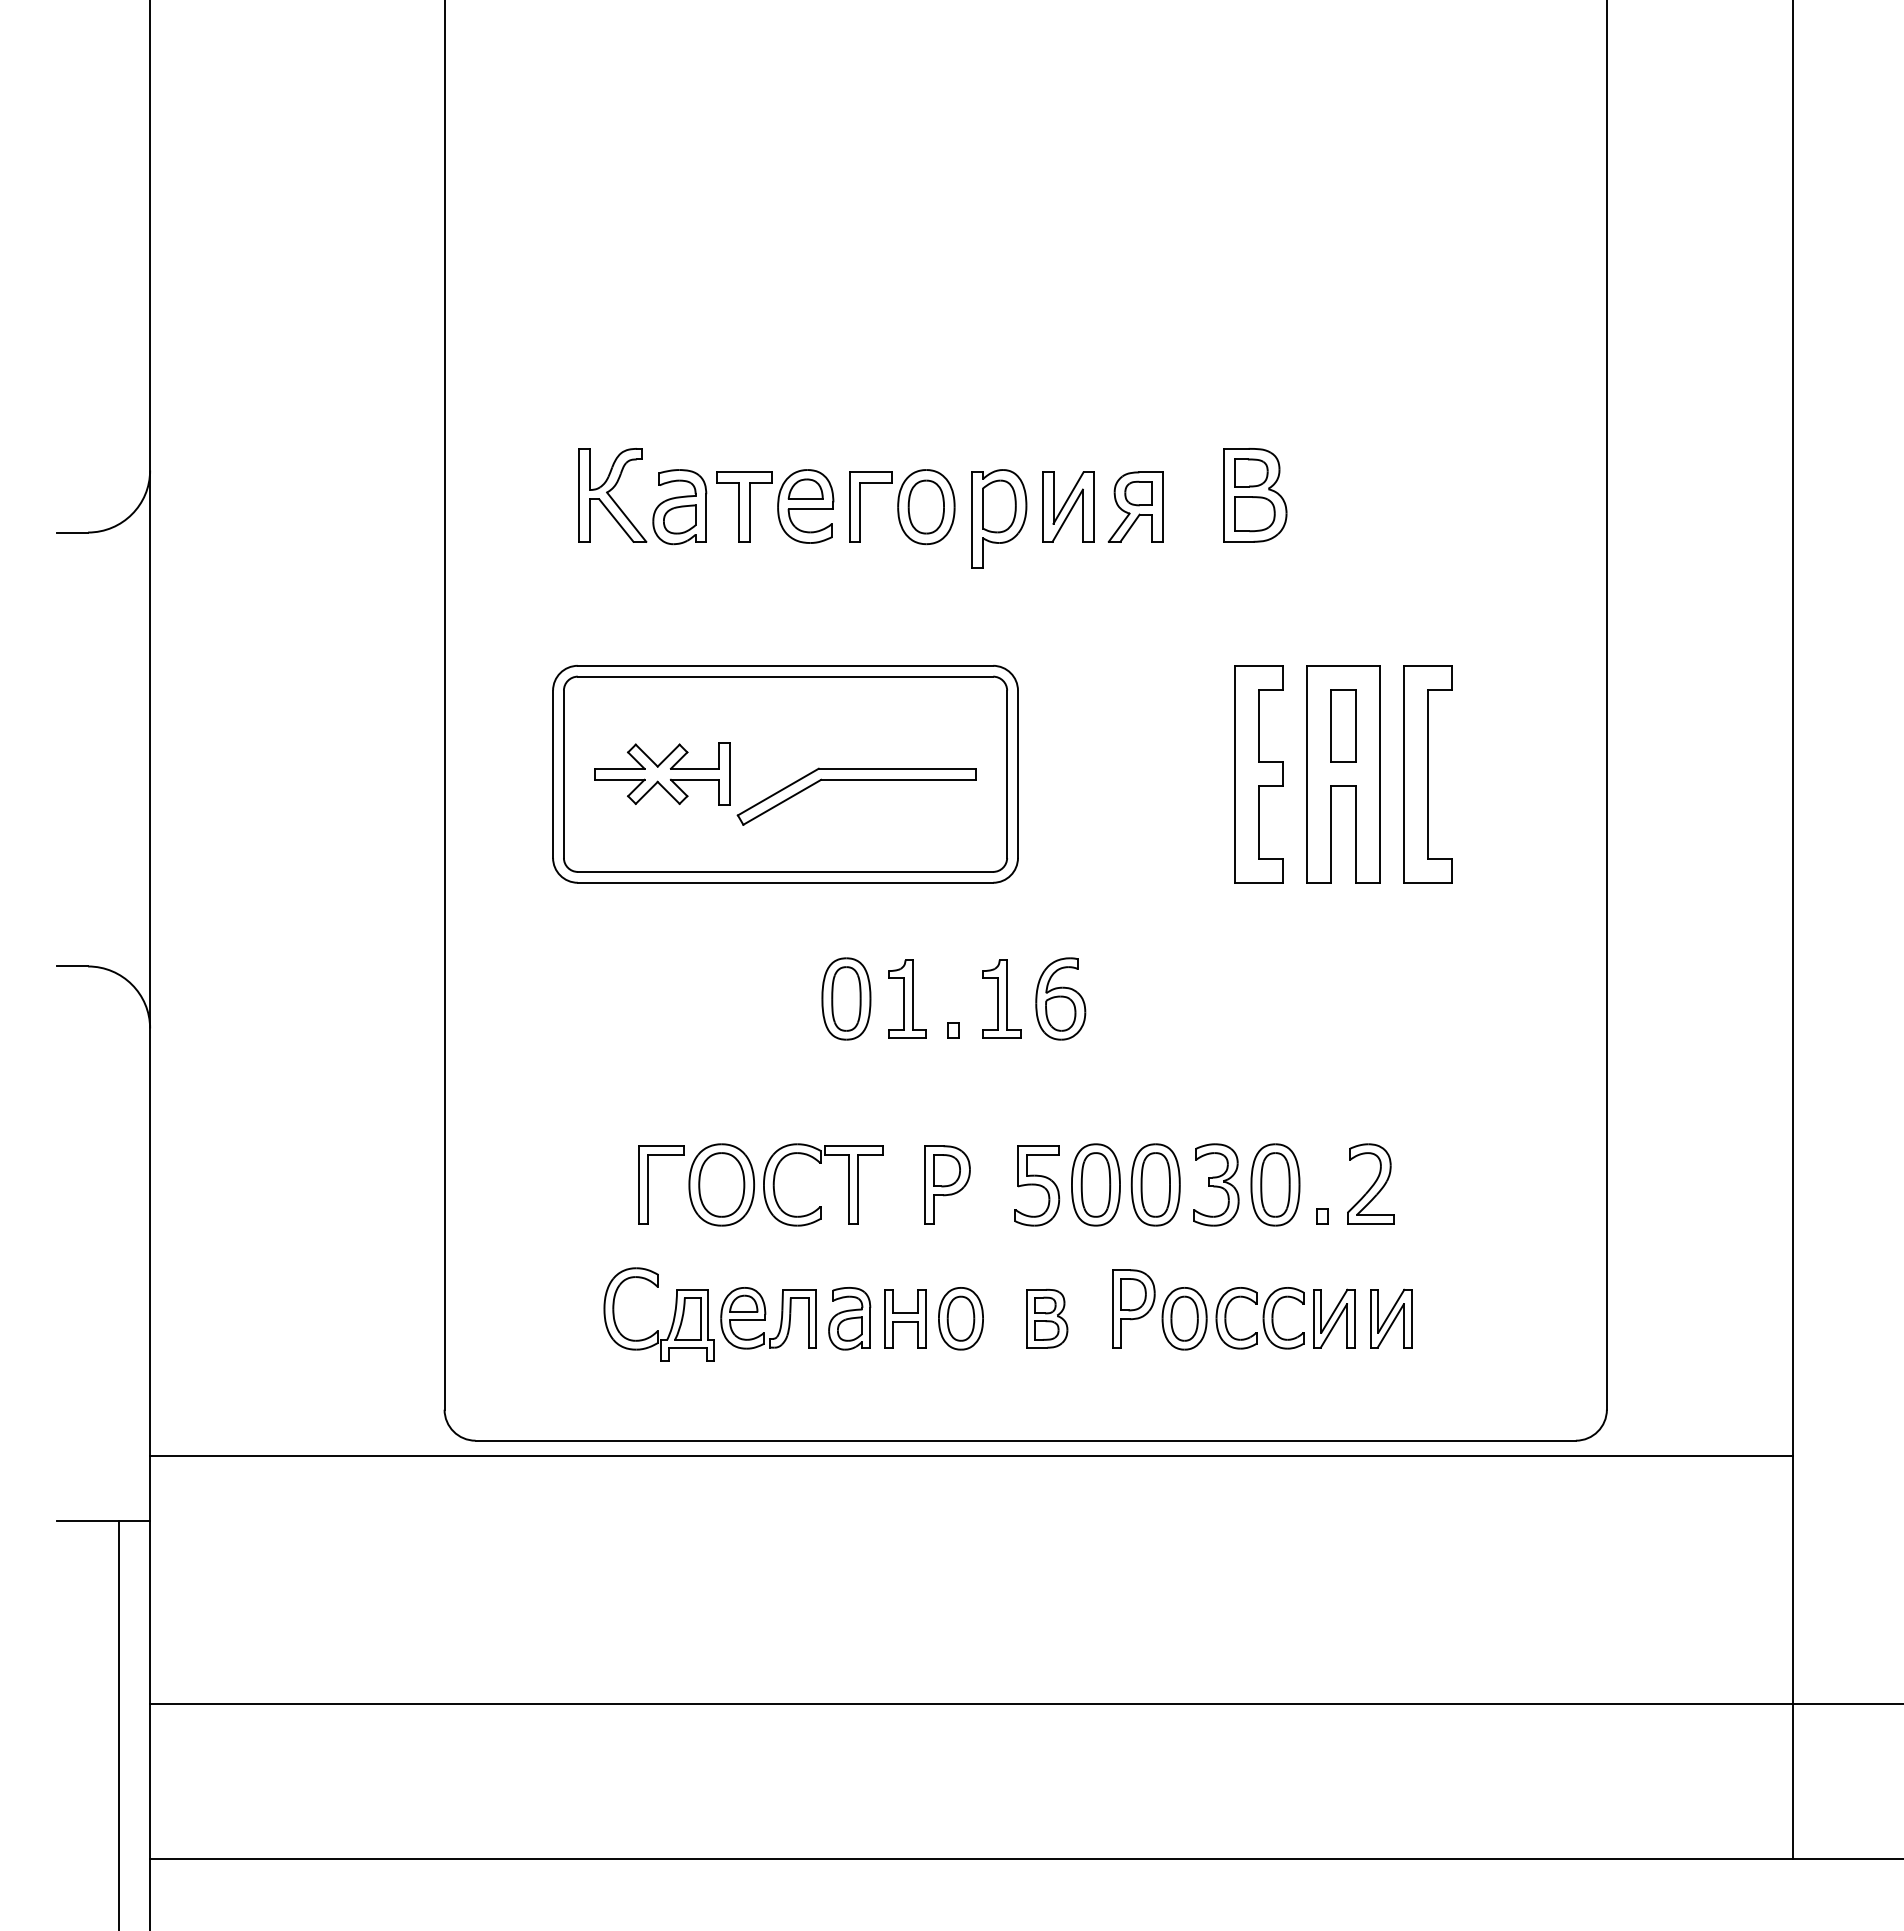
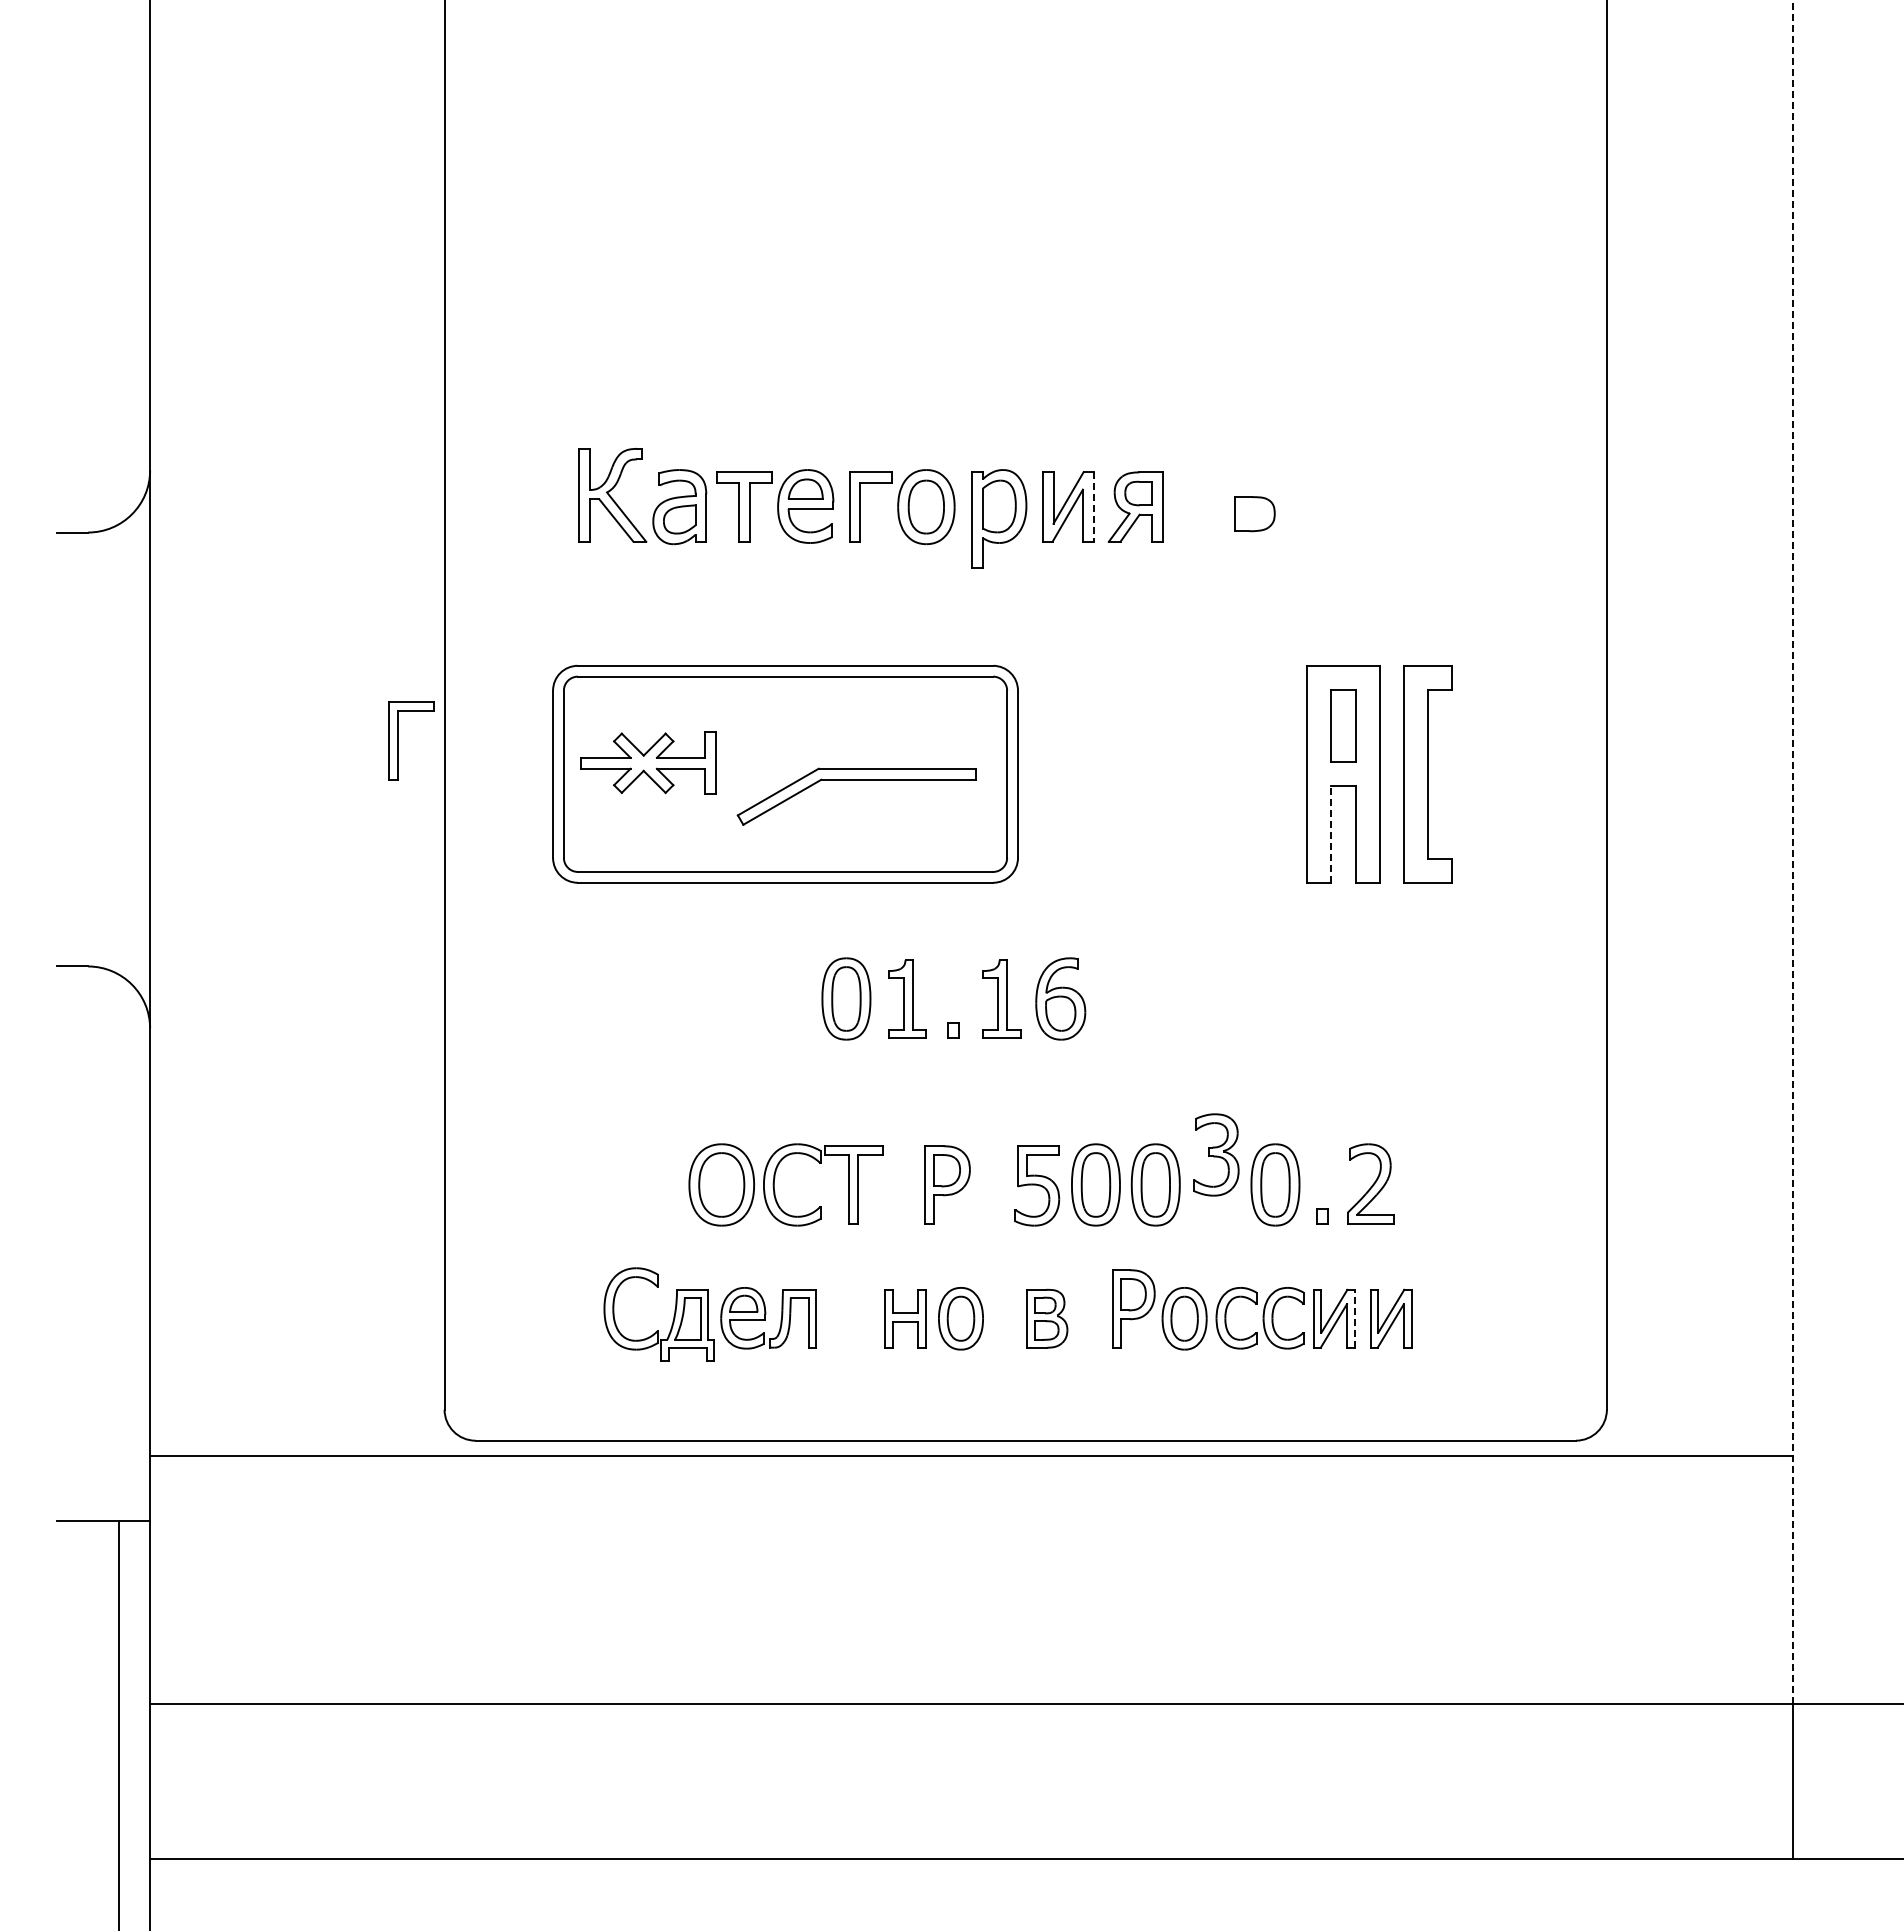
part at (1255, 495): present -> none
line at (1093, 507): solid -> dashed
part at (662, 773) position: (662, 773) -> (648, 762)
part at (1258, 774): present -> none
line at (1331, 834): solid -> dashed
line at (1792, 852): solid -> dashed
part at (648, 1184) position: (648, 1184) -> (398, 740)
part at (1216, 1184) position: (1216, 1184) -> (1216, 1154)
part at (849, 1318): present -> none
line at (1354, 1318): solid -> dashed
